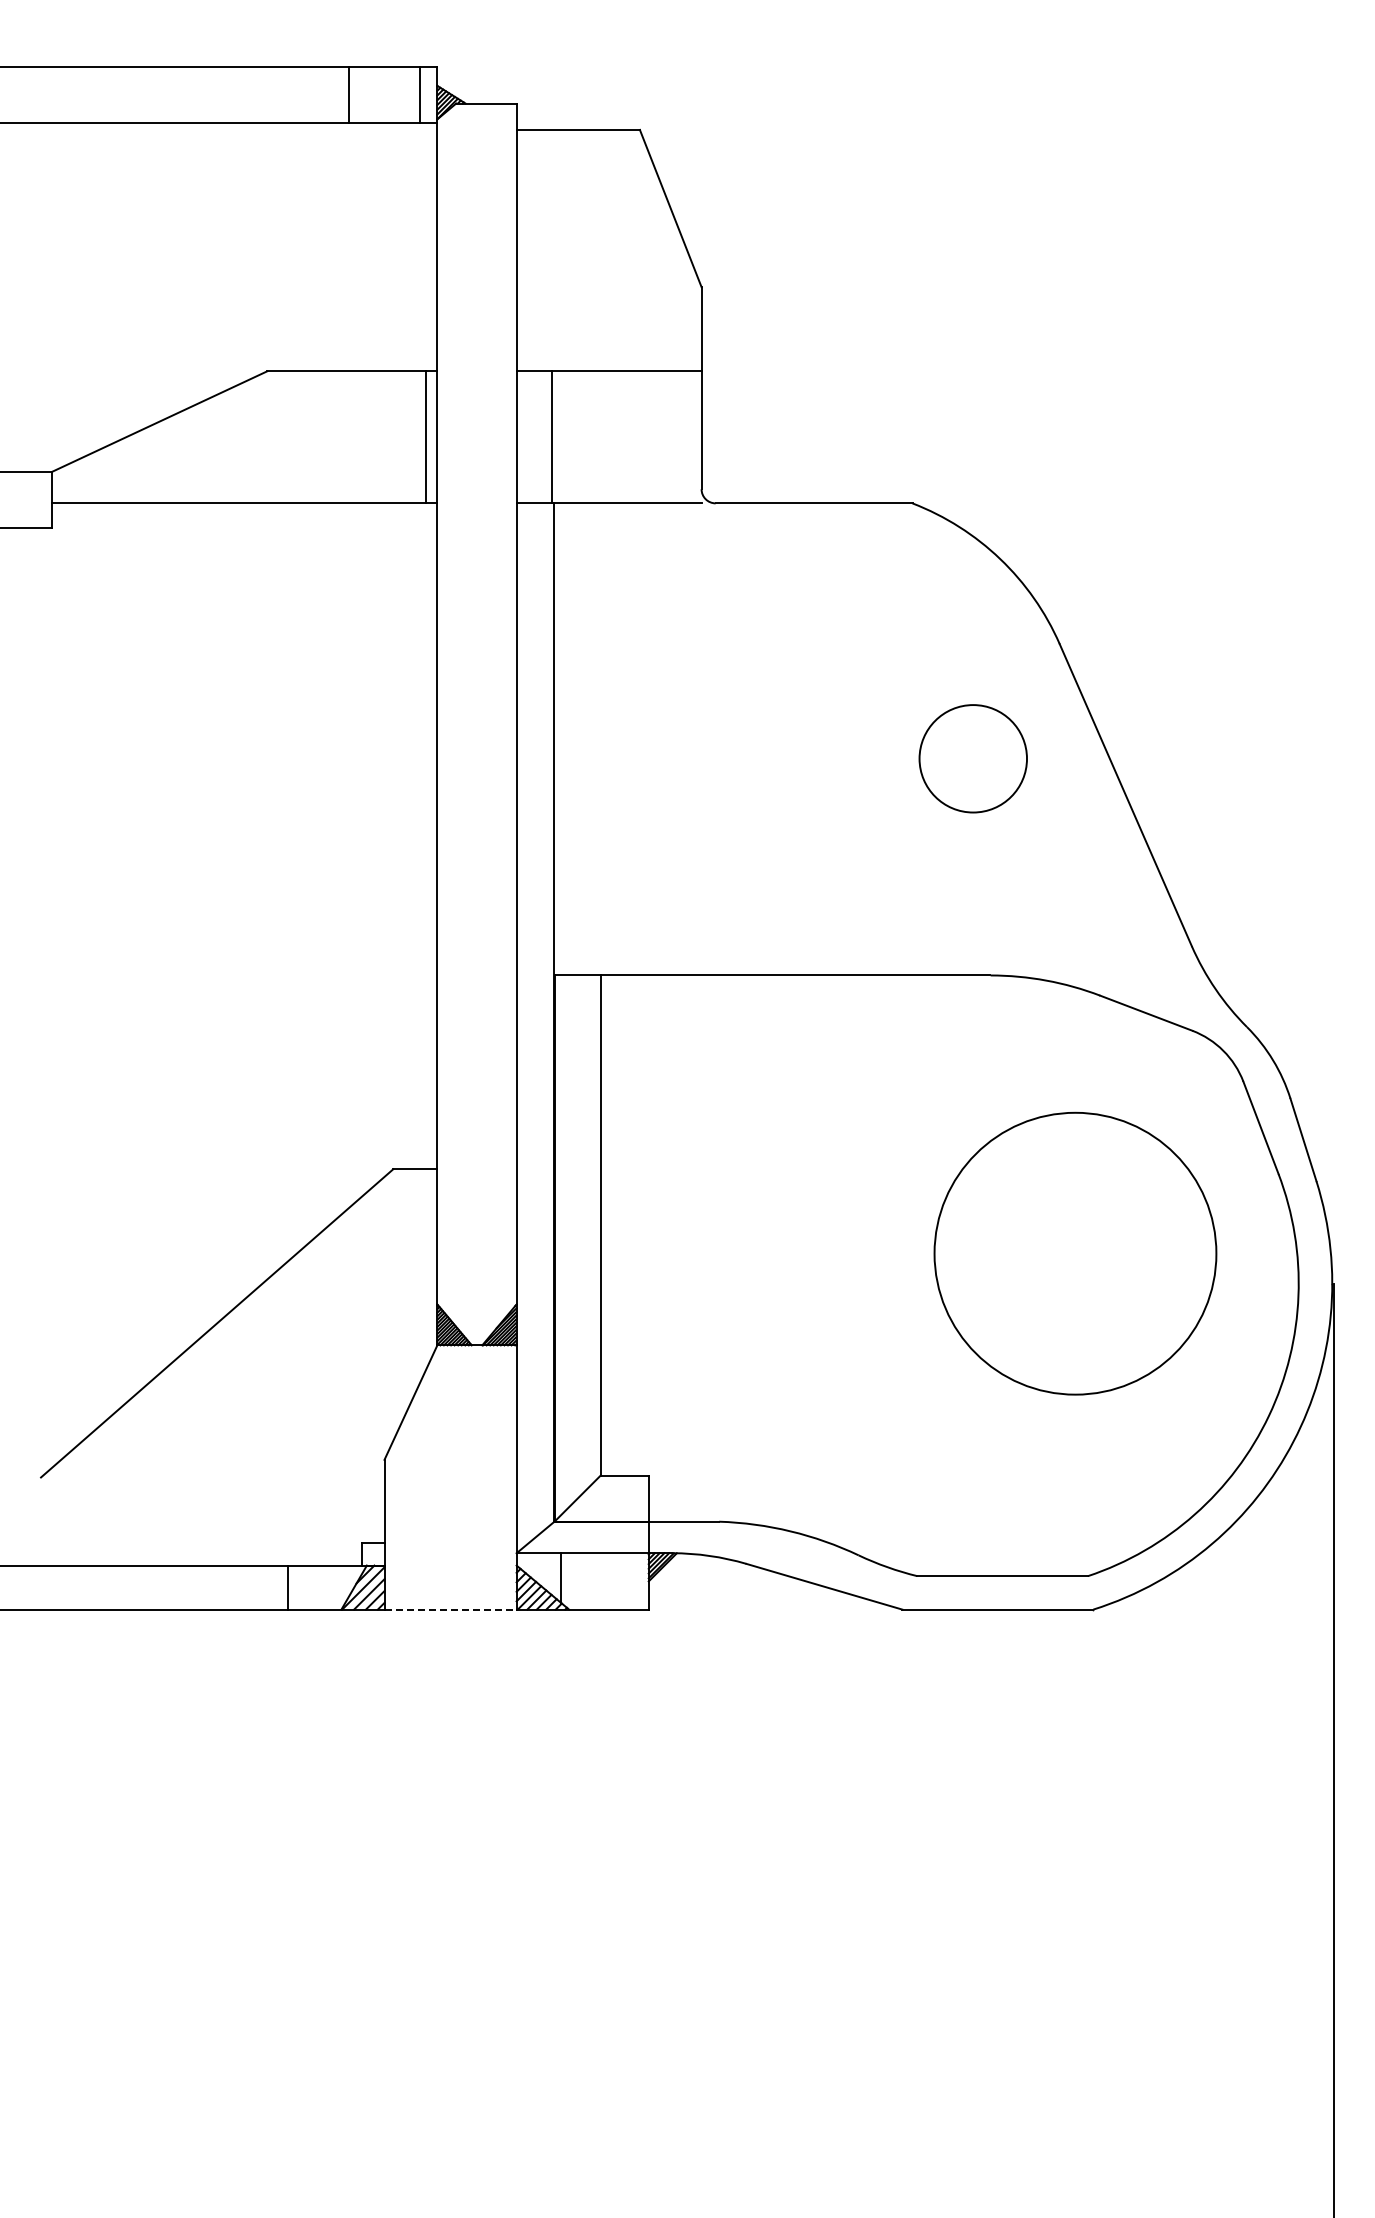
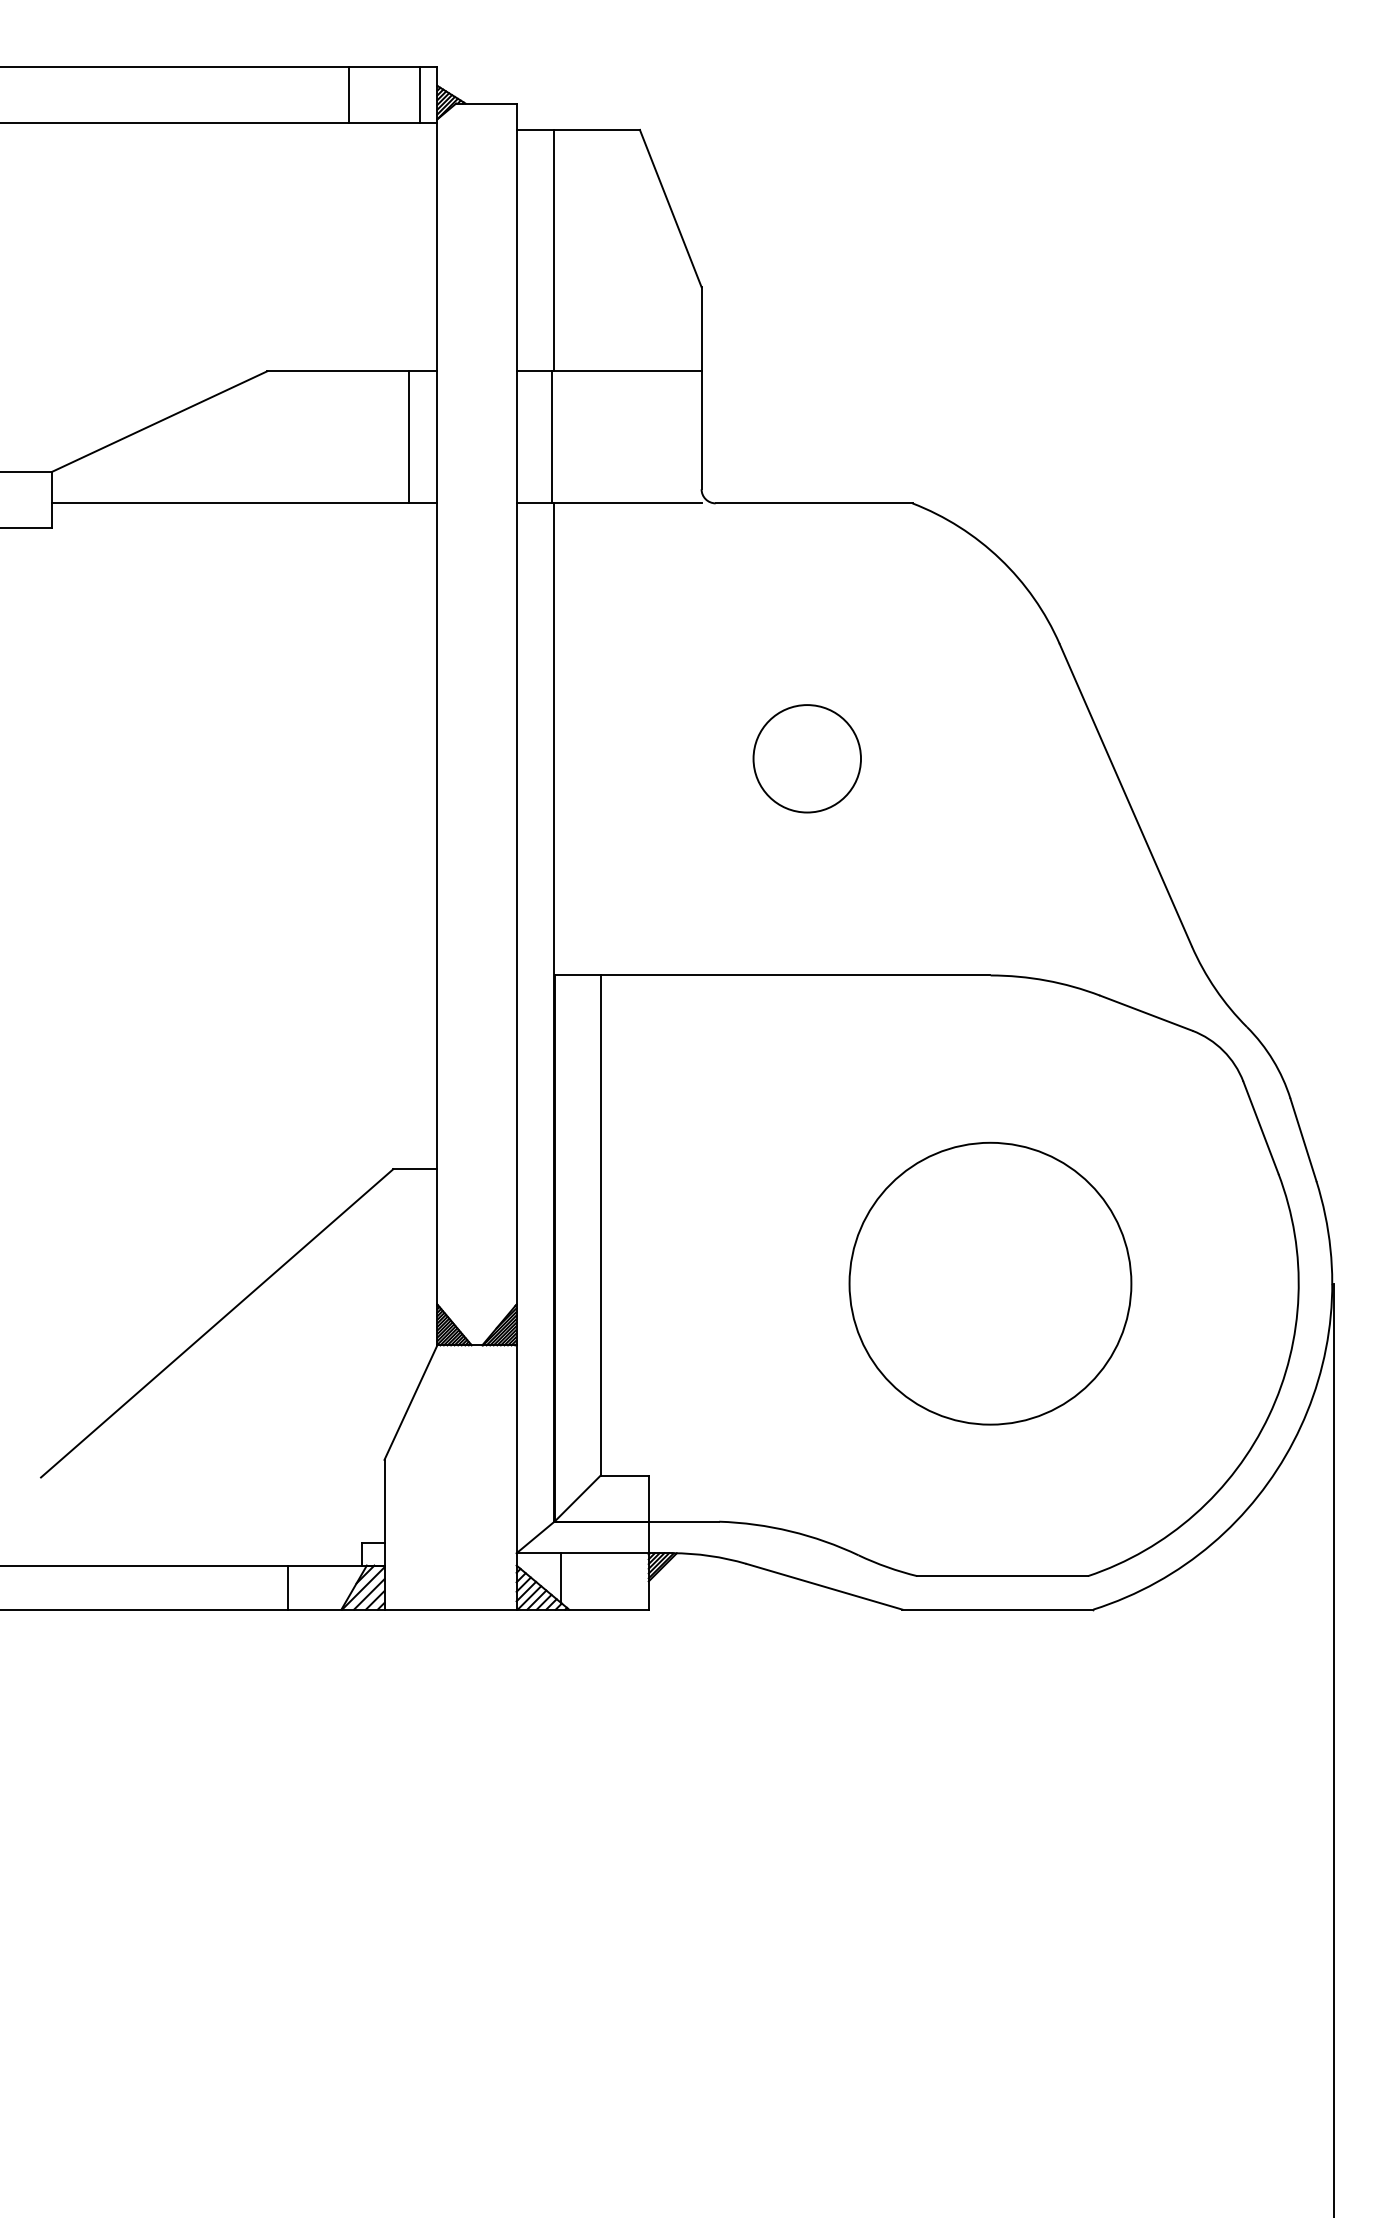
line at (554, 250): none -> present
line at (426, 437) position: (426, 437) -> (409, 437)
circle at (972, 758) position: (972, 758) -> (806, 758)
circle at (1075, 1253) position: (1075, 1253) -> (990, 1283)
line at (451, 1609): dashed -> solid
